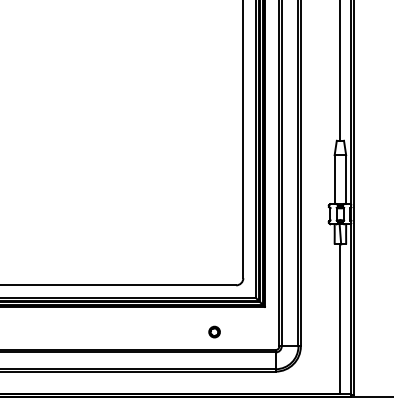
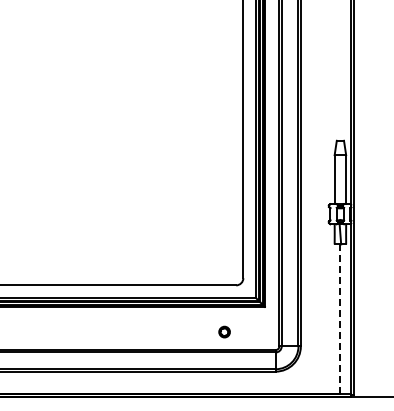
line at (340, 71): present -> none
line at (340, 319): solid -> dashed
part at (214, 331) position: (214, 331) -> (224, 331)
